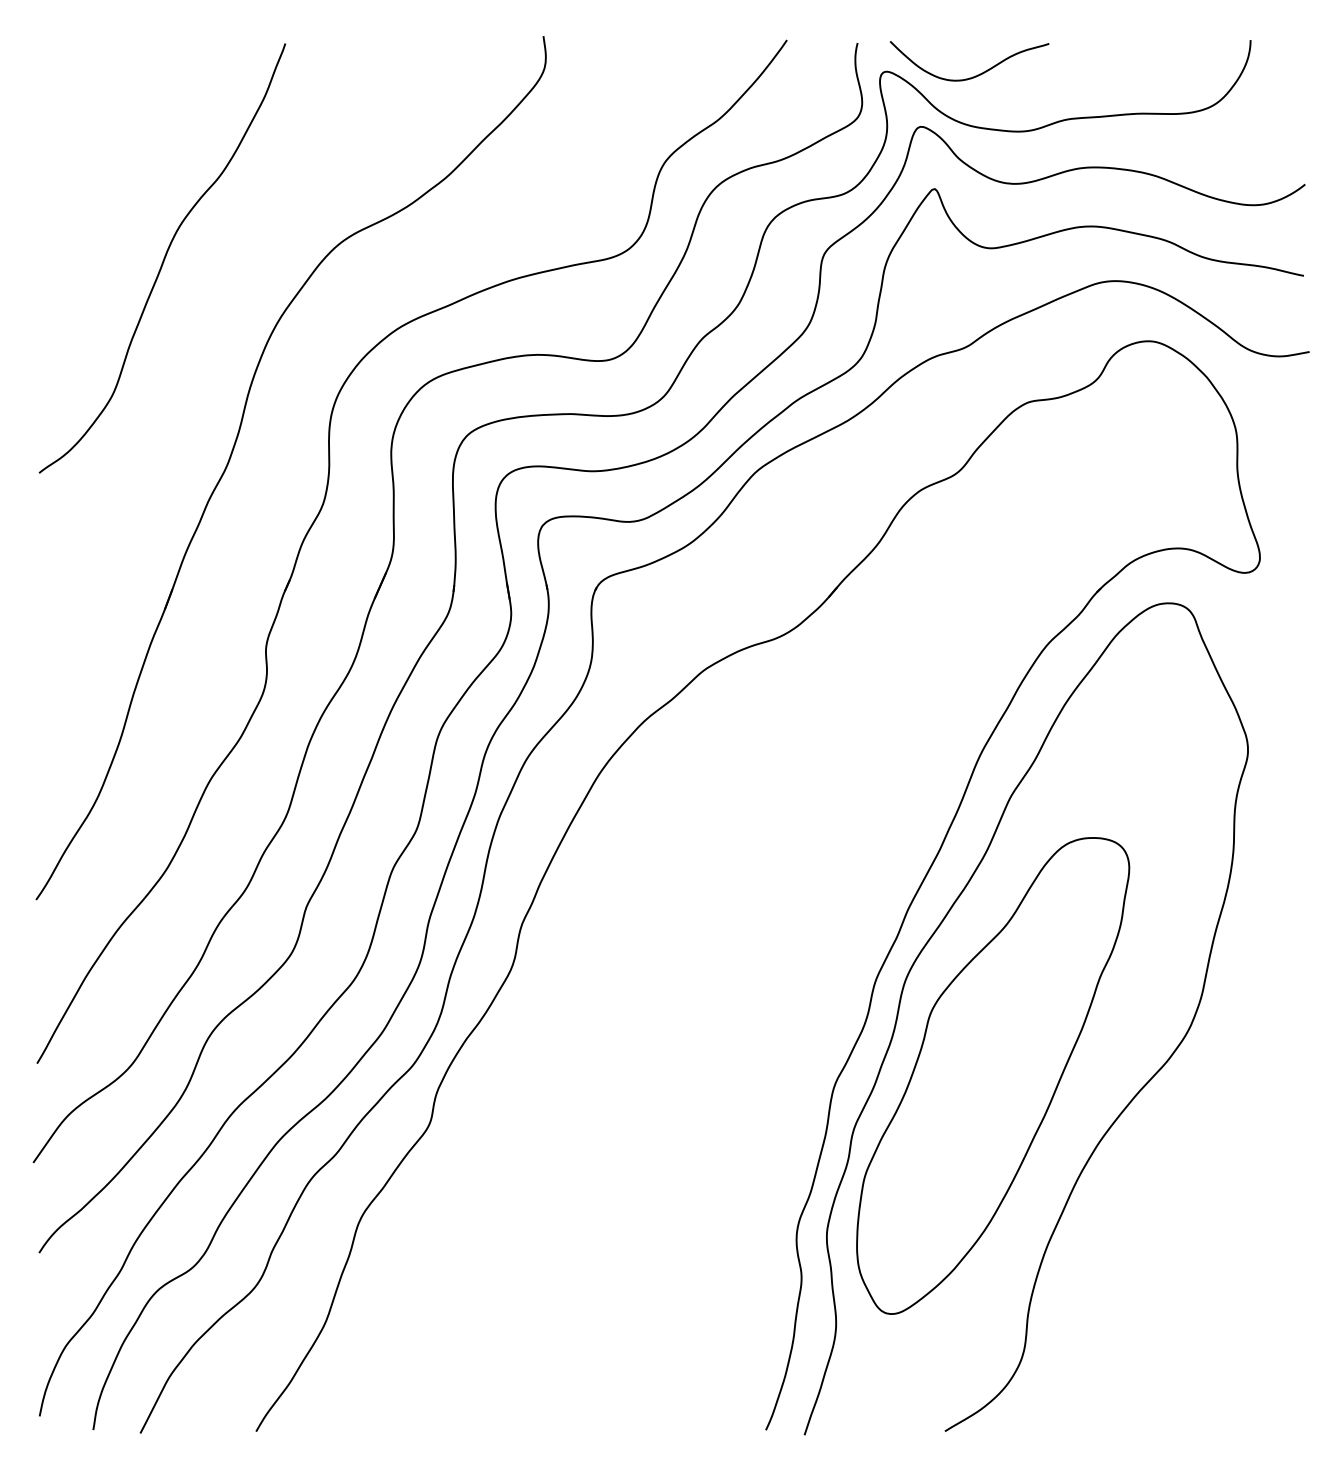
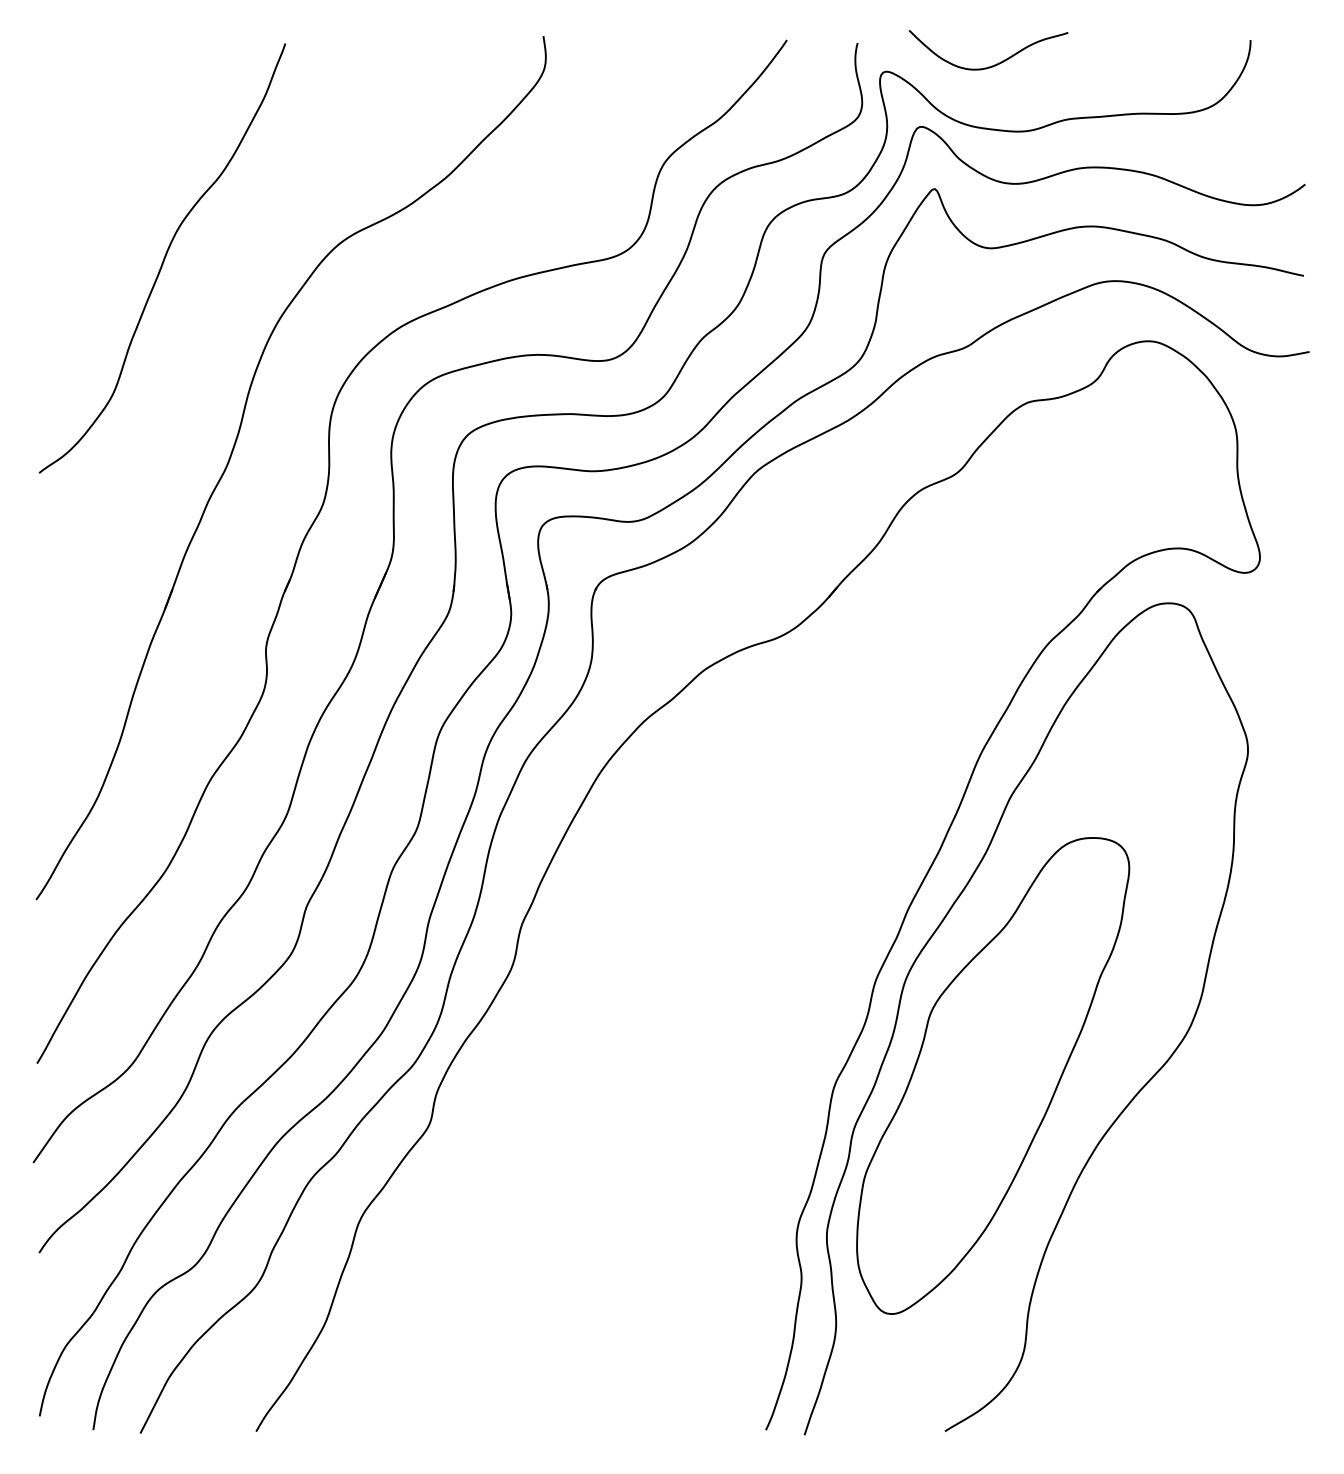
curve at (975, 75) position: (975, 75) -> (994, 64)
